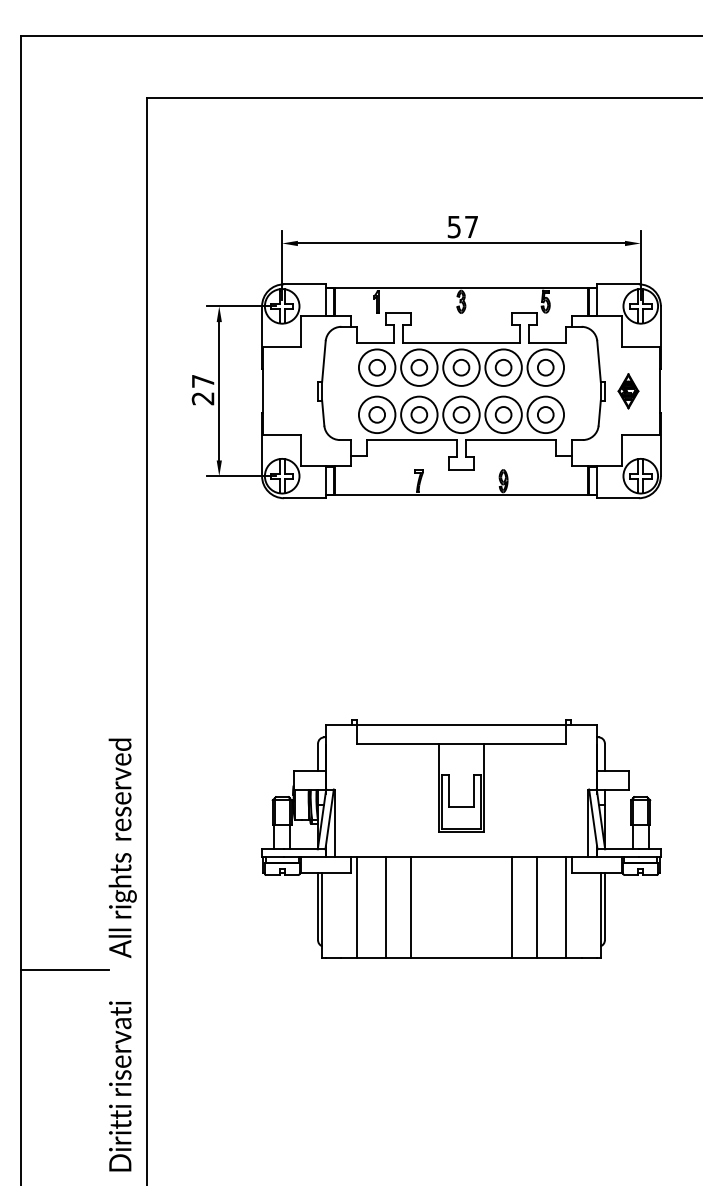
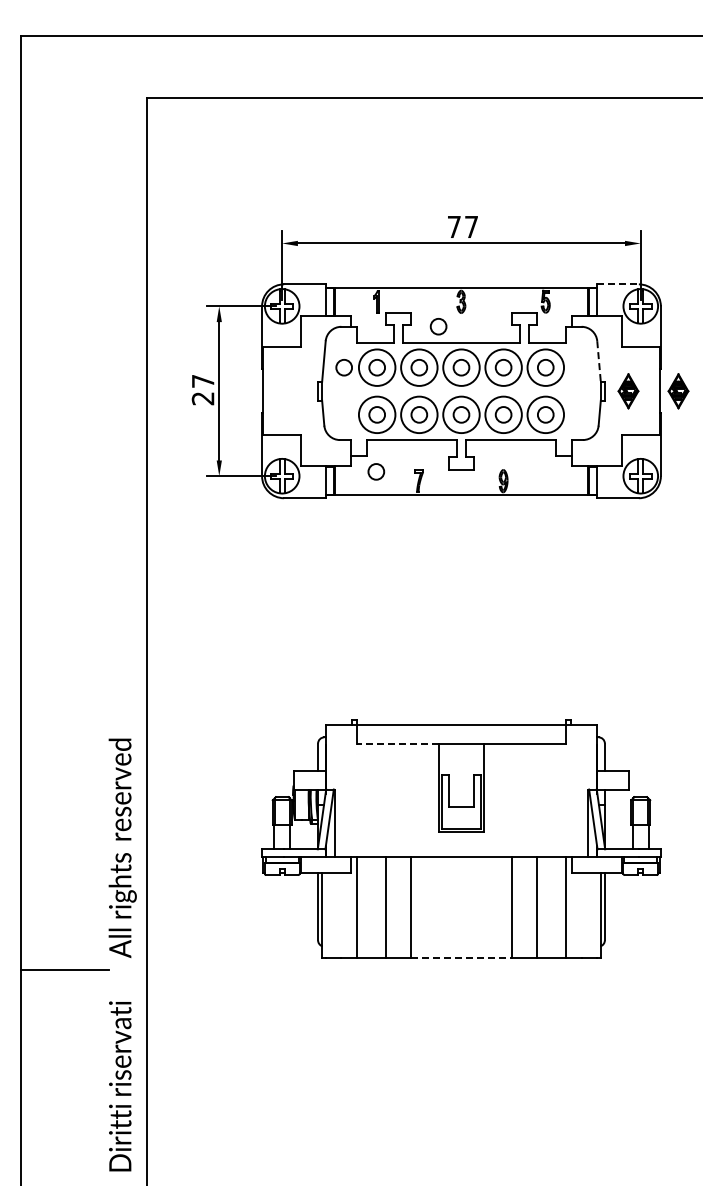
text at (453, 227): 57 -> 77
line at (618, 284): solid -> dashed
circle at (438, 326): none -> present
line at (599, 362): solid -> dashed
circle at (343, 367): none -> present
part at (678, 391): none -> present
circle at (376, 471): none -> present
line at (397, 743): solid -> dashed
line at (461, 957): solid -> dashed
